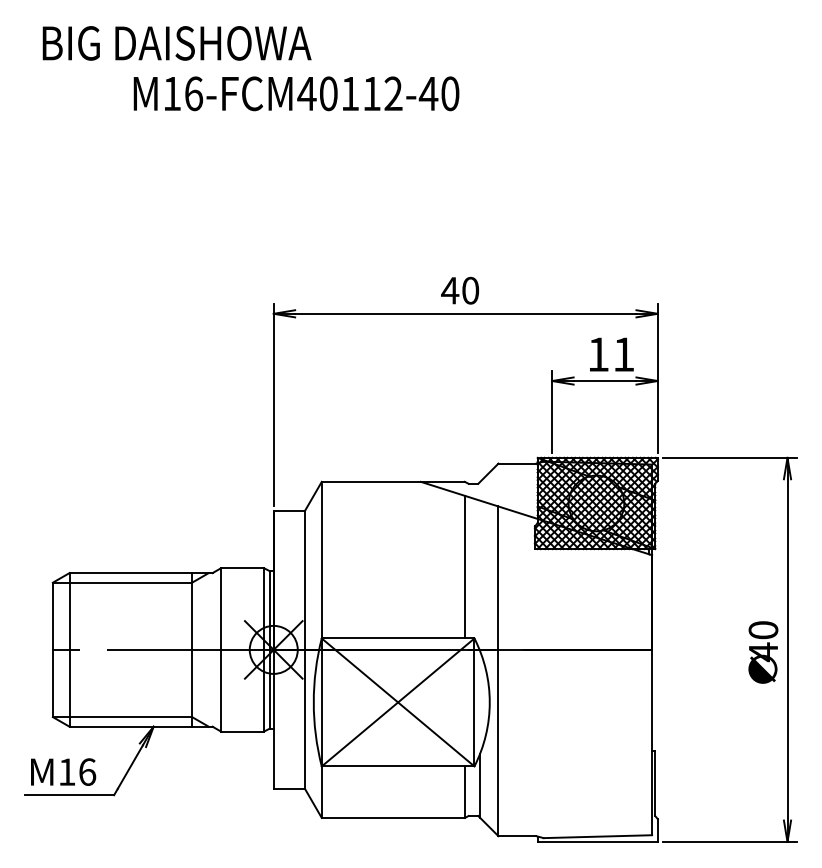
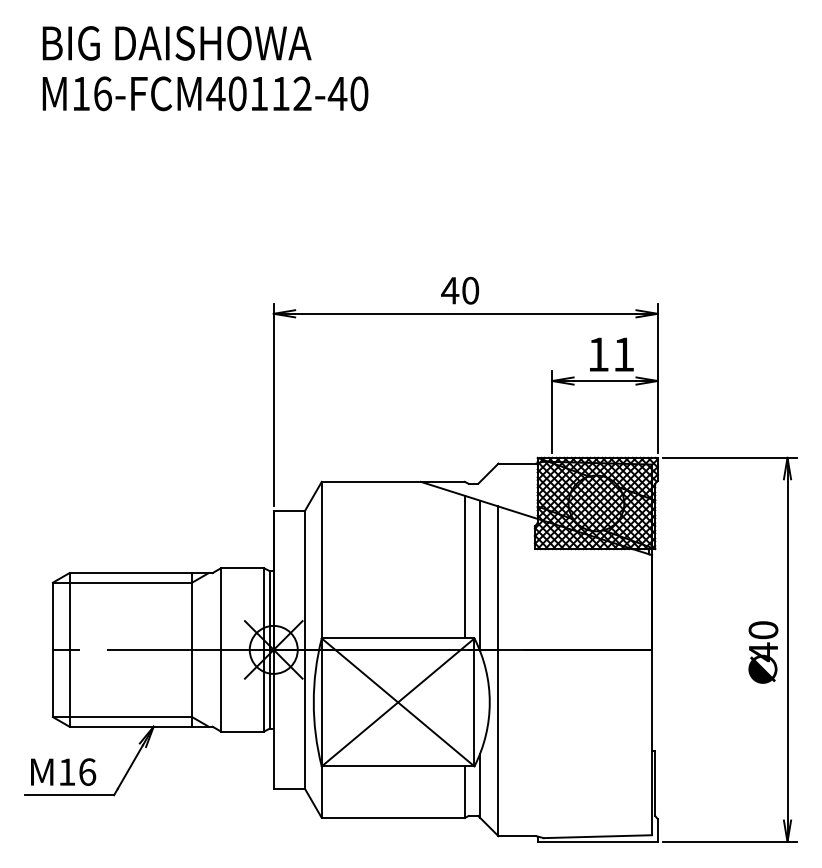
text at (296, 93) position: (296, 93) -> (205, 93)
line at (480, 575): none -> present
